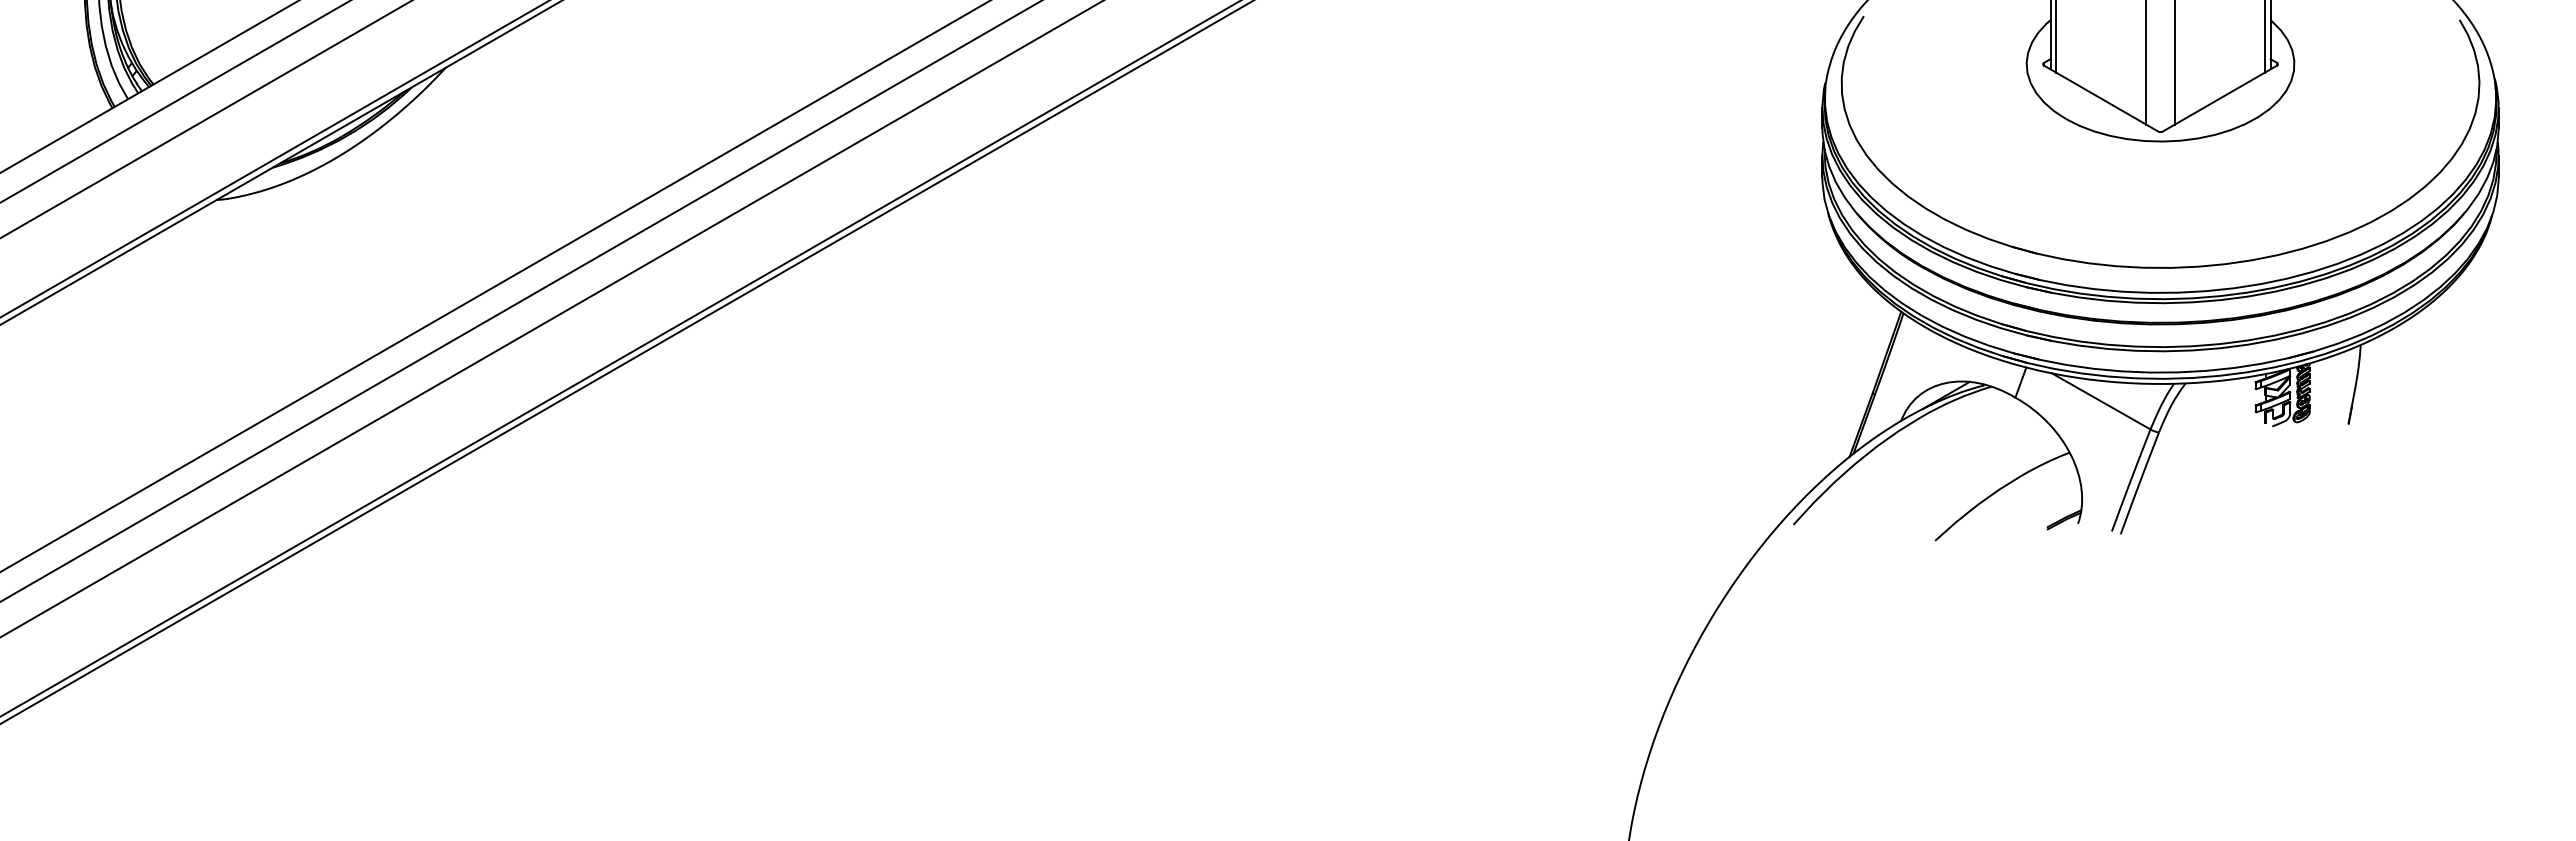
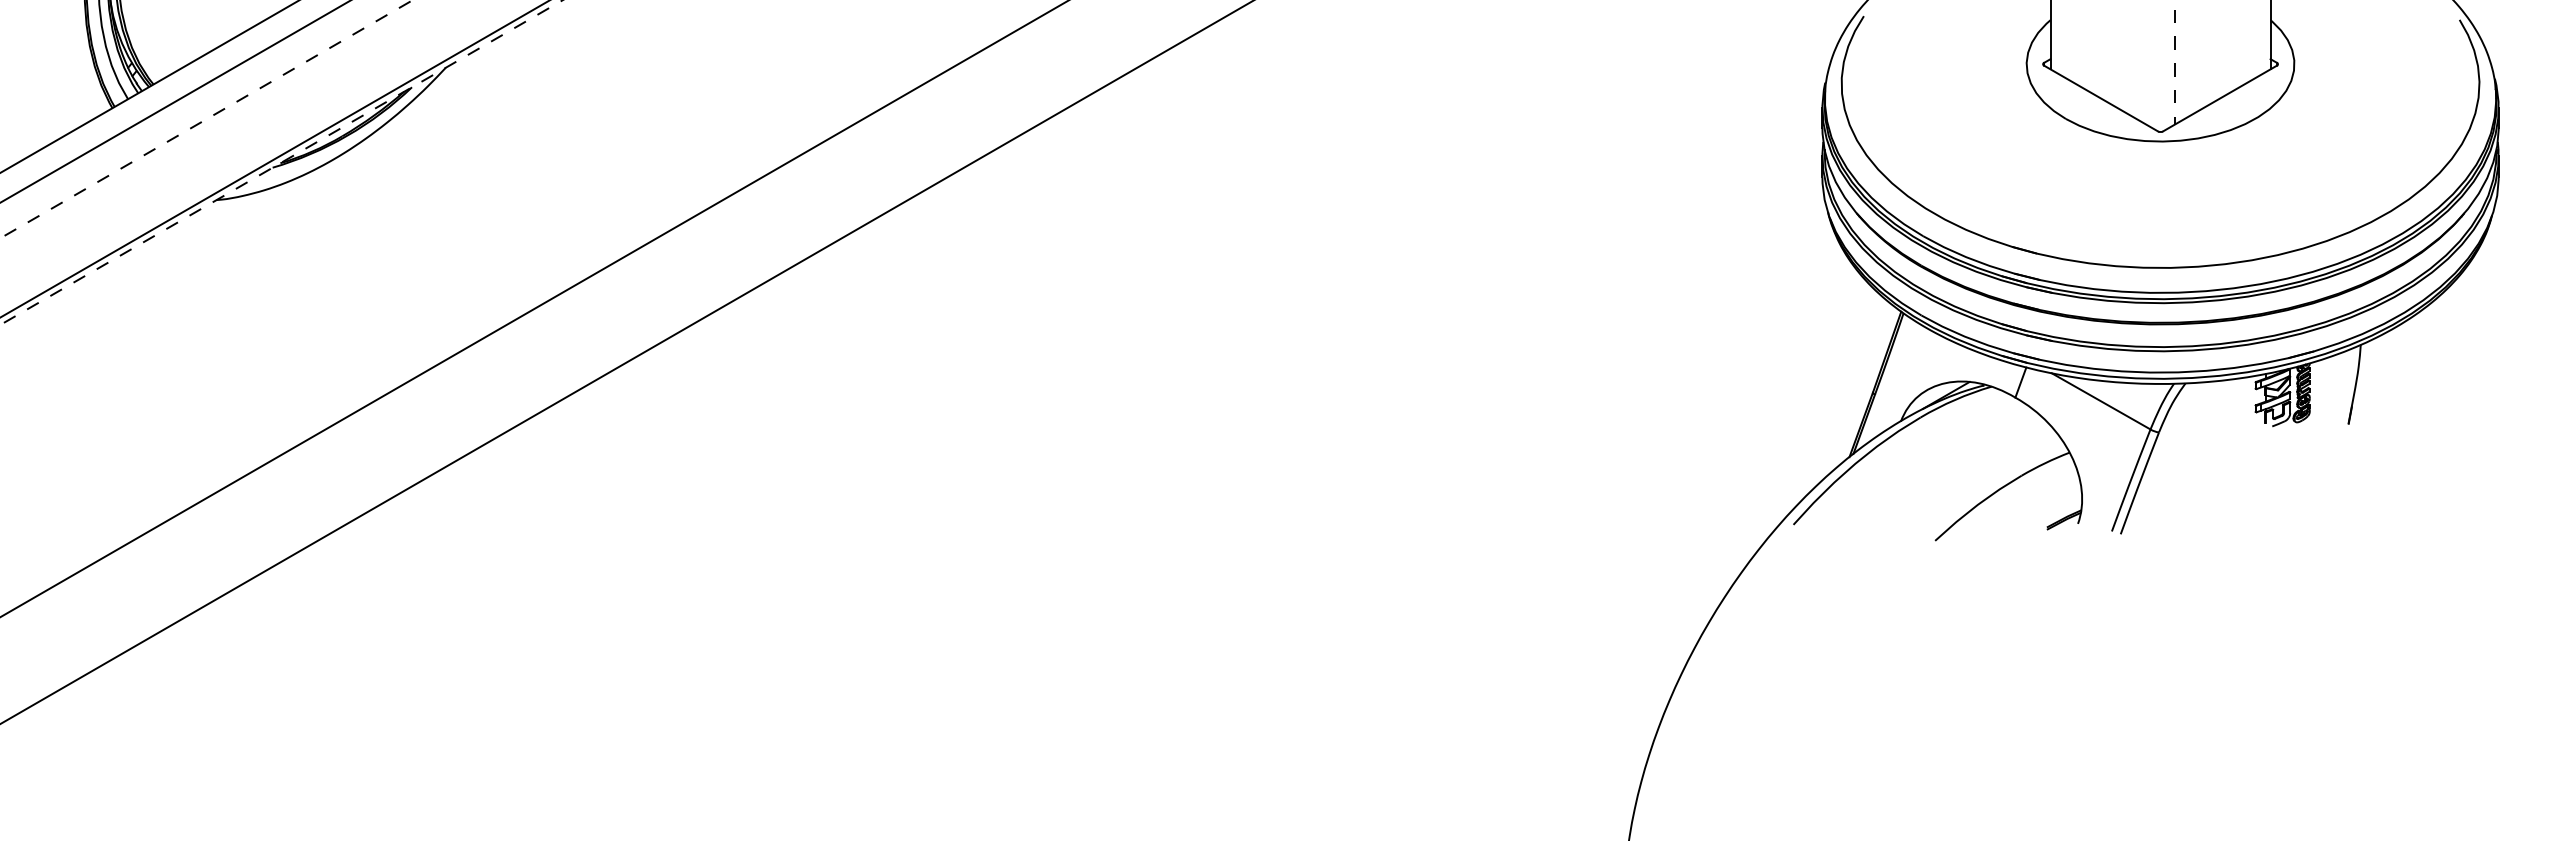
line at (2056, 37): present -> none
line at (2264, 37): present -> none
line at (2174, 62): solid -> dashed
line at (2146, 63): present -> none
line at (206, 119): solid -> dashed
line at (281, 162): solid -> dashed
line at (494, 286): present -> none
line at (520, 301): present -> none
line at (551, 319) position: (551, 319) -> (533, 309)
line at (619, 358): present -> none
